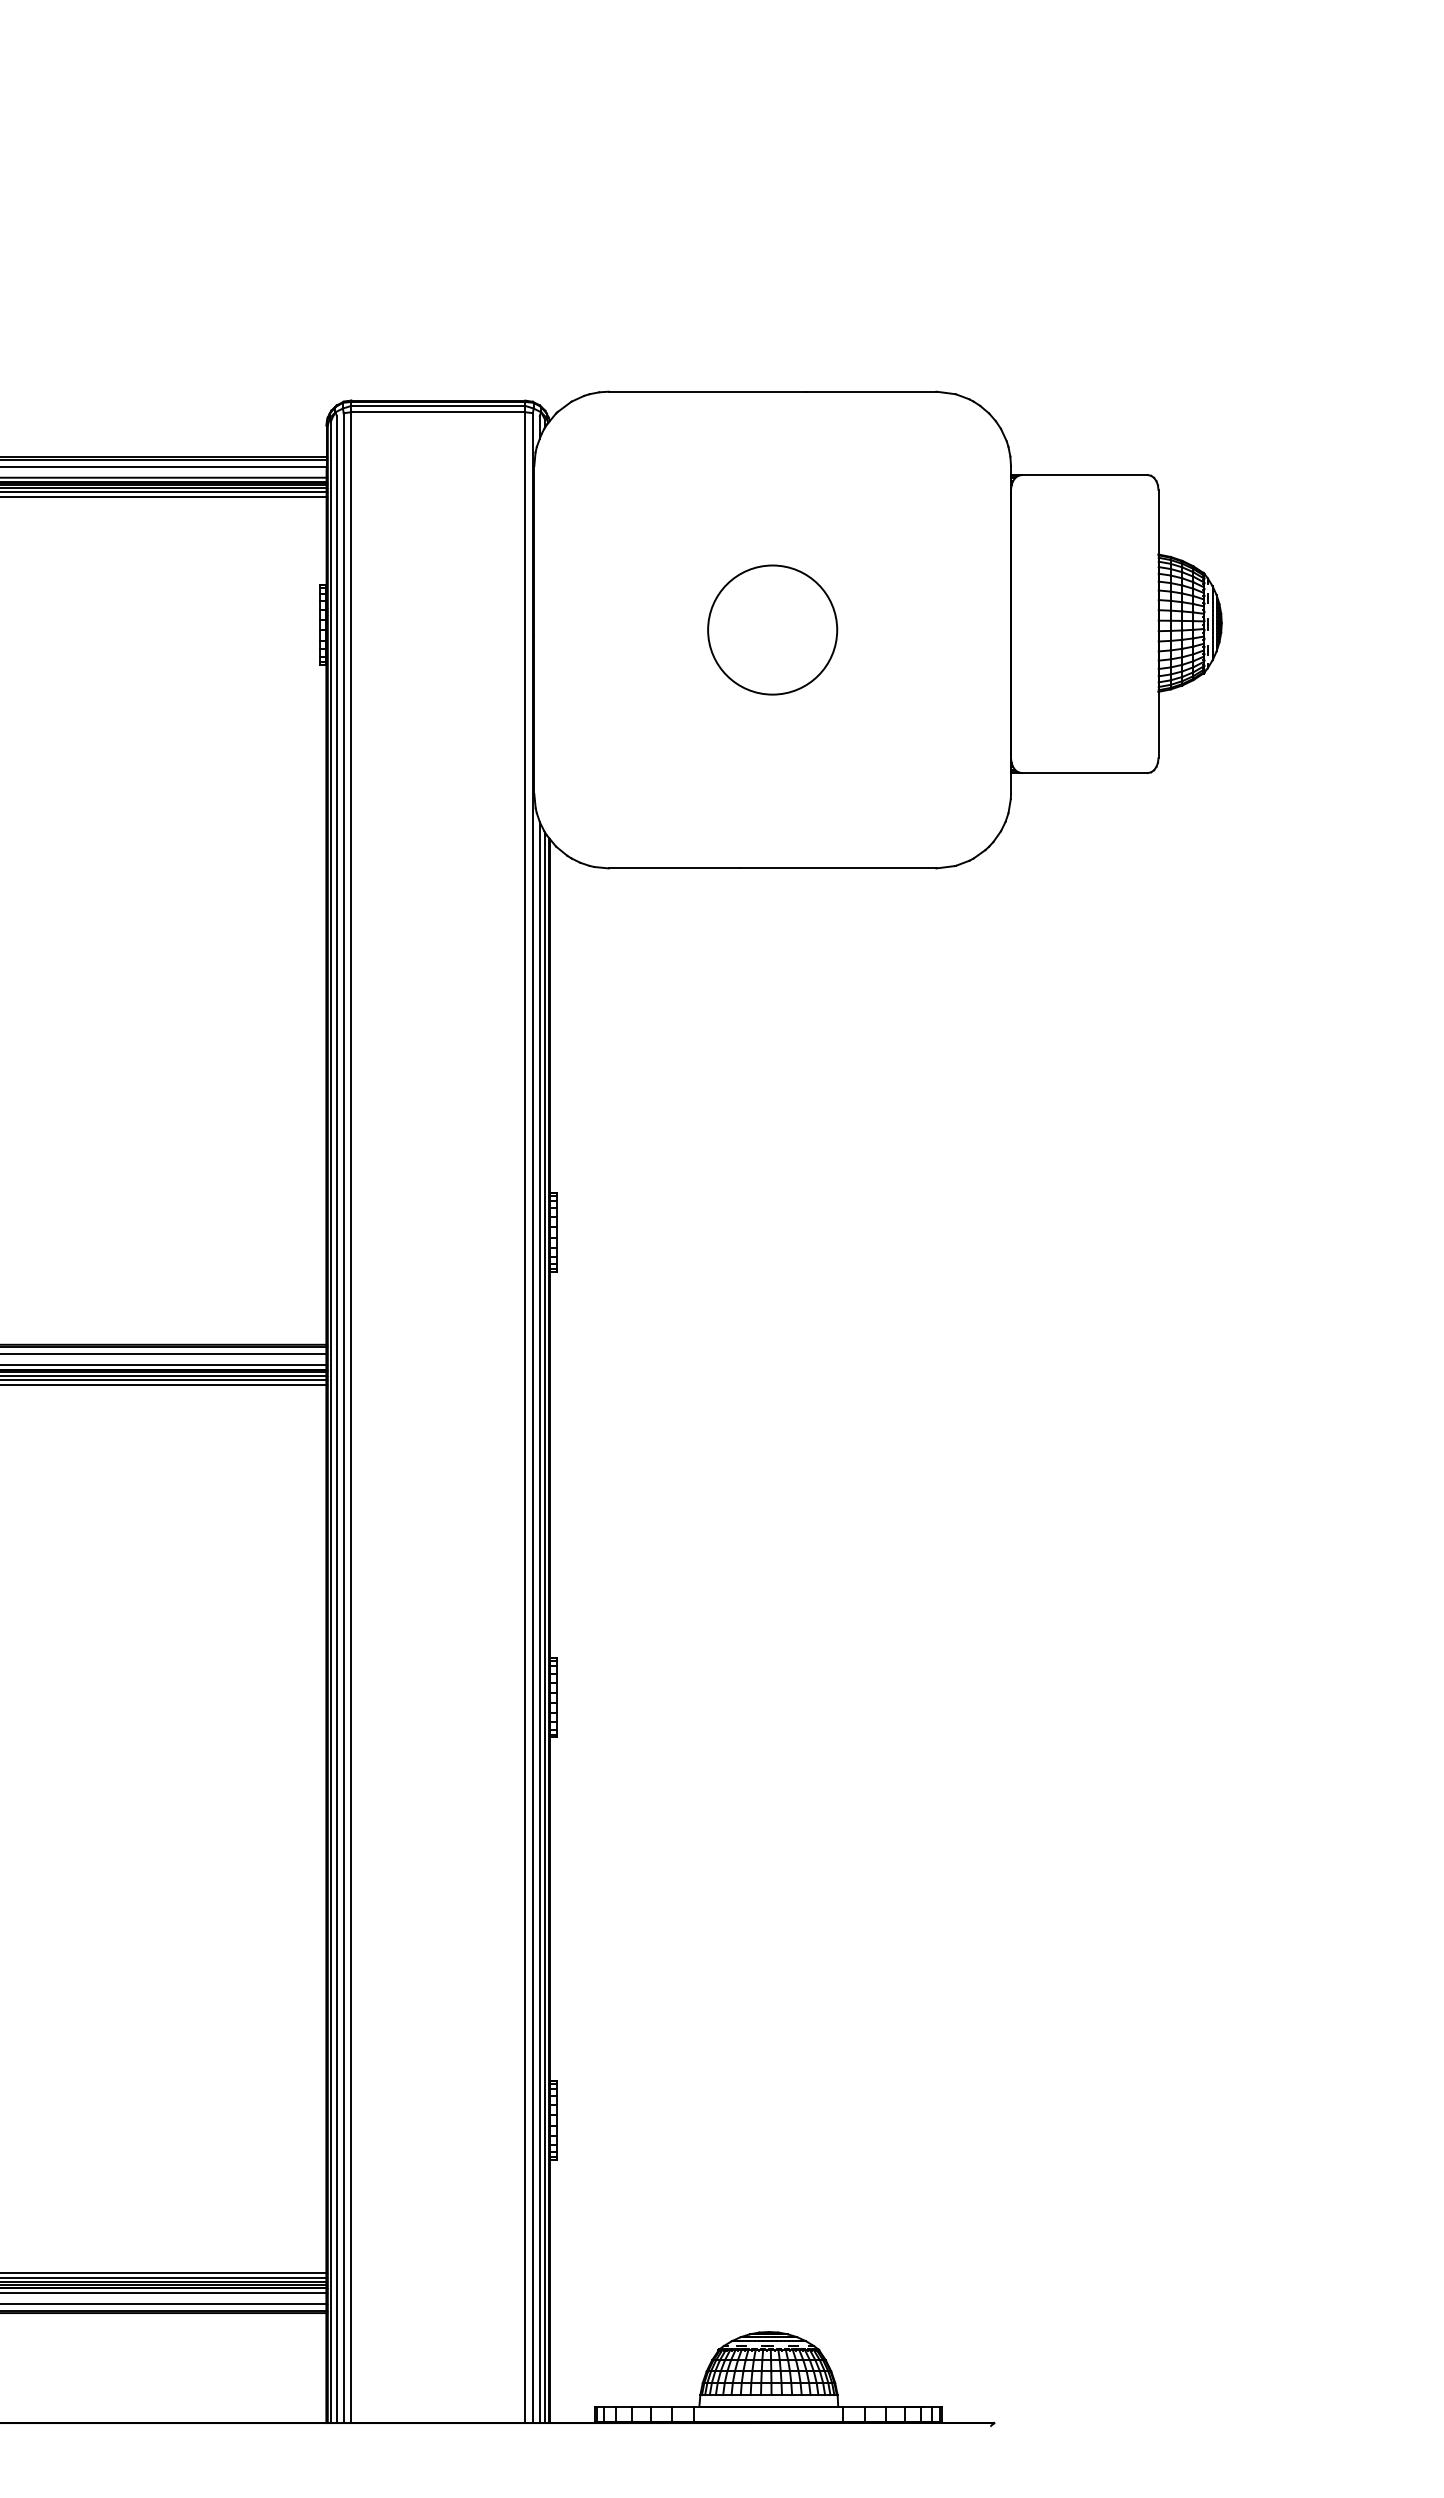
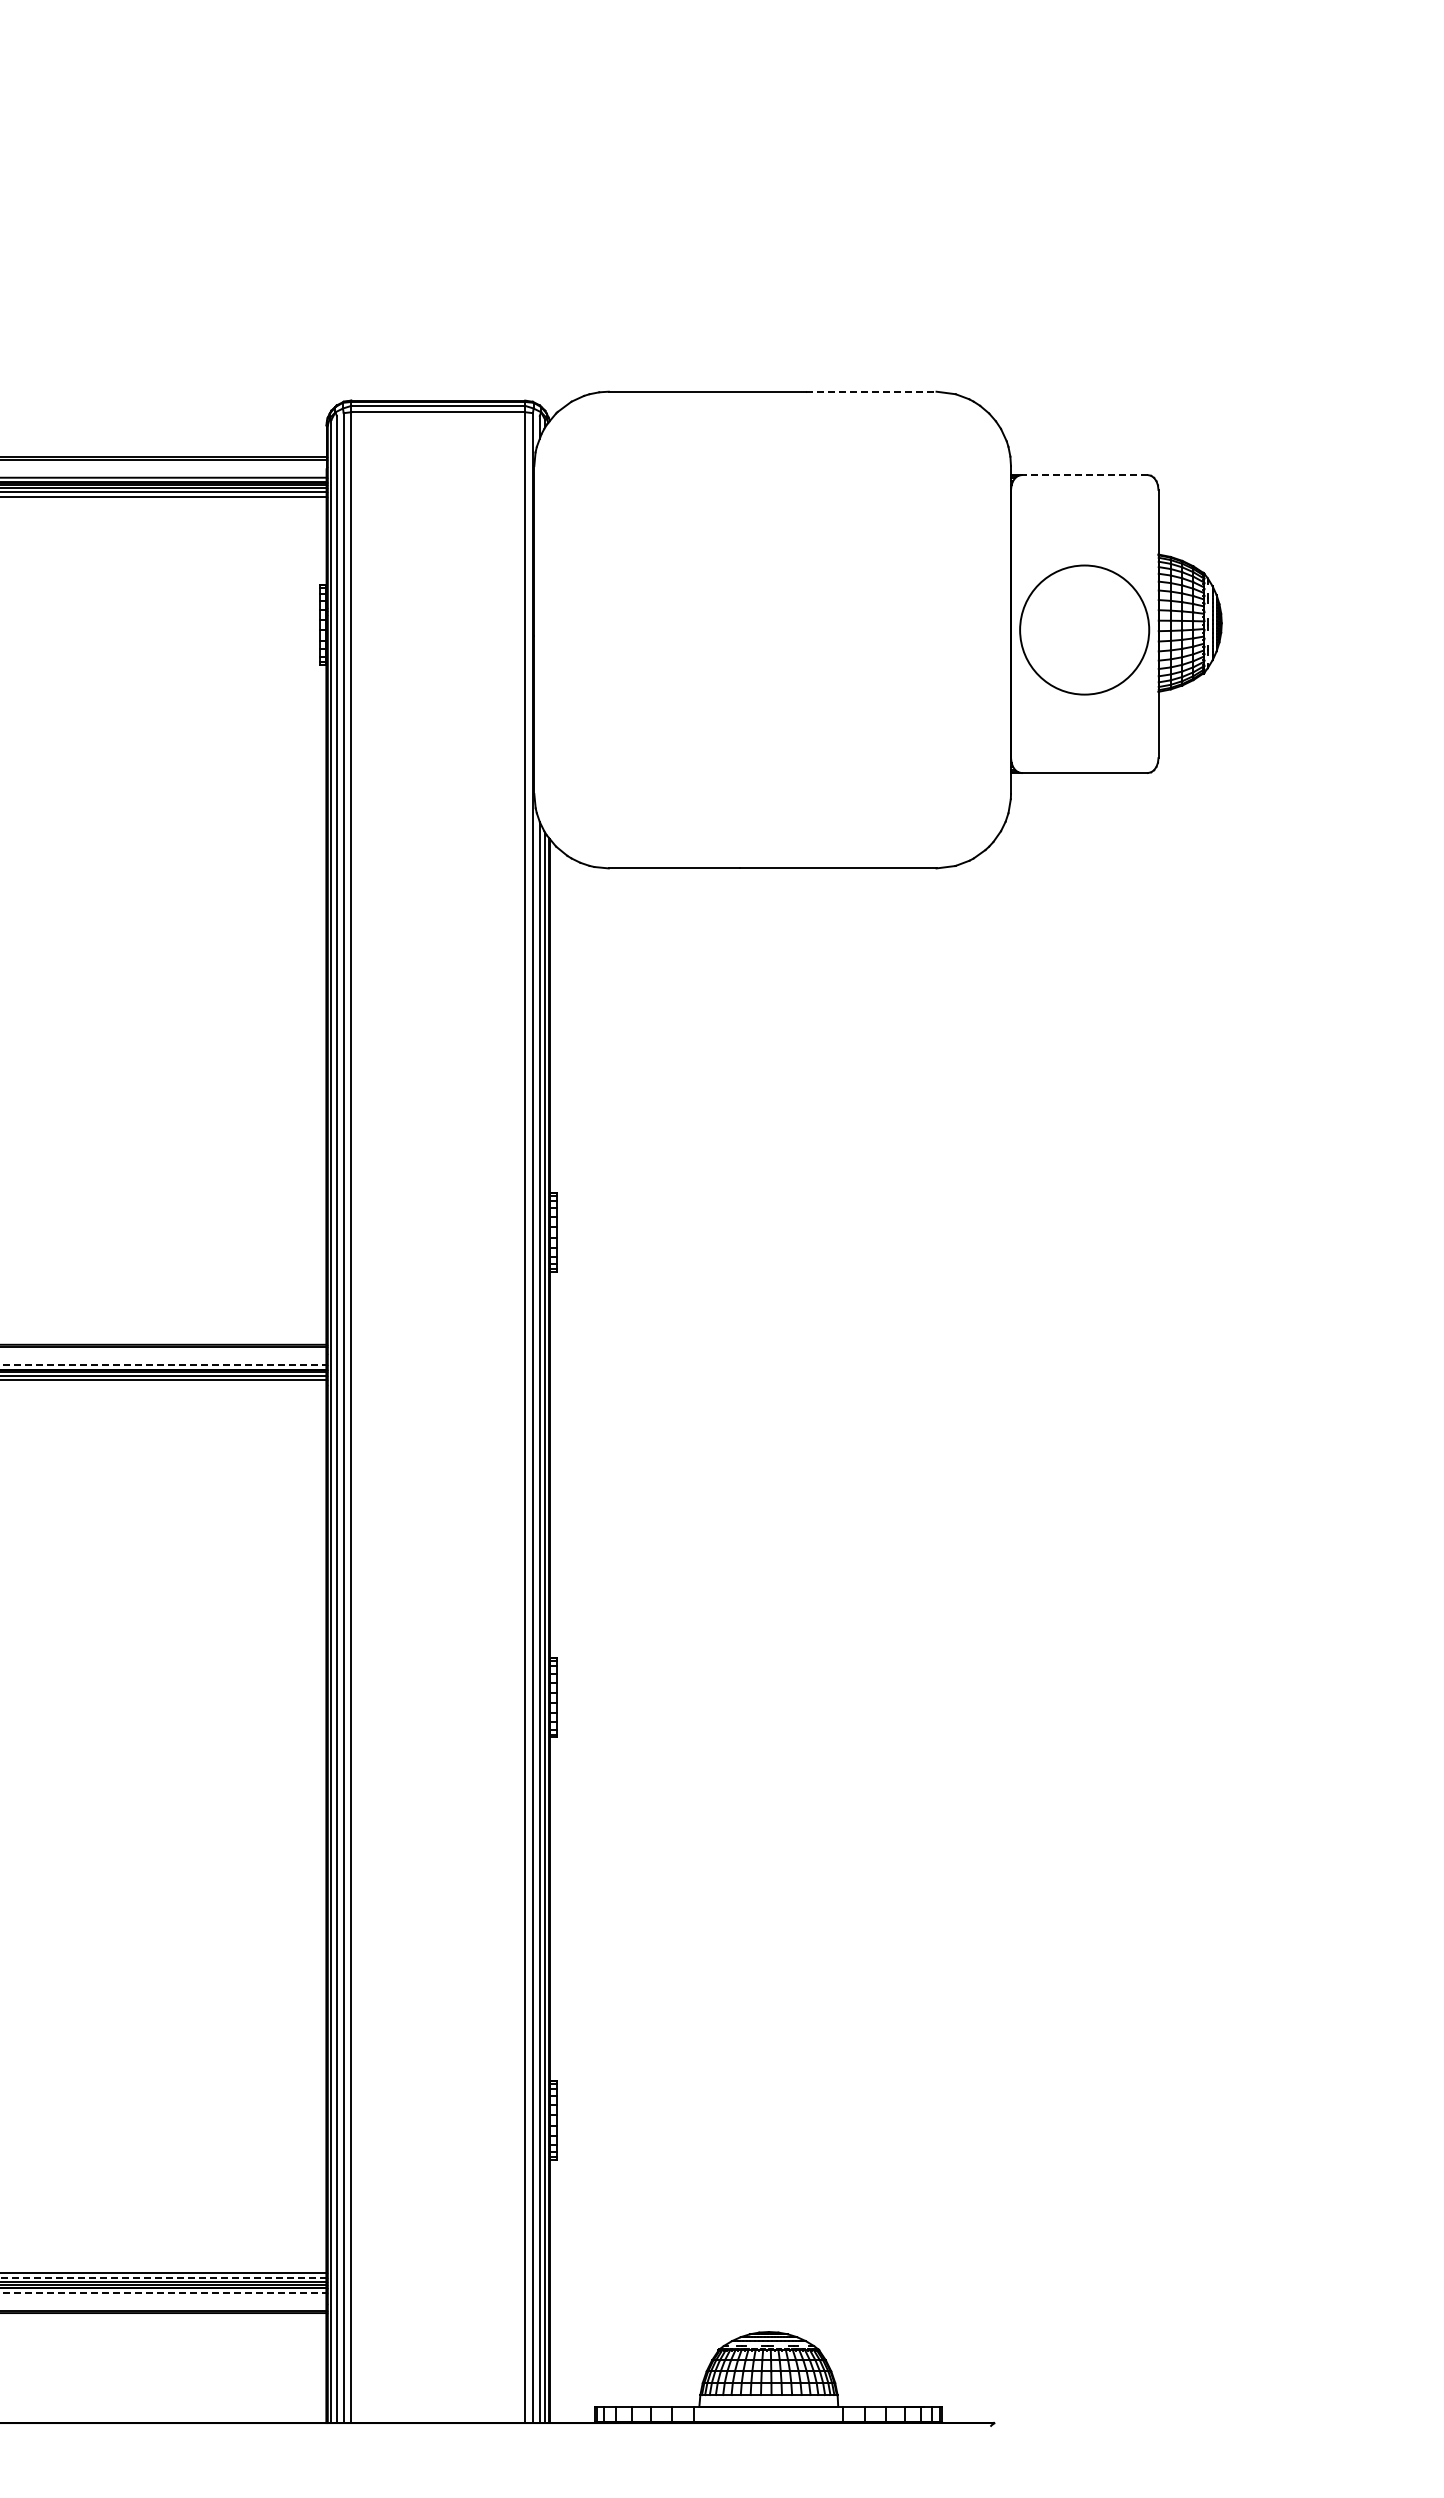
line at (871, 391): solid -> dashed
line at (164, 466): present -> none
line at (1084, 475): solid -> dashed
circle at (772, 629) position: (772, 629) -> (1084, 629)
line at (164, 1354): present -> none
line at (163, 1365): solid -> dashed
line at (164, 1384): present -> none
line at (163, 2277): solid -> dashed
line at (163, 2292): solid -> dashed
line at (164, 2303): present -> none
